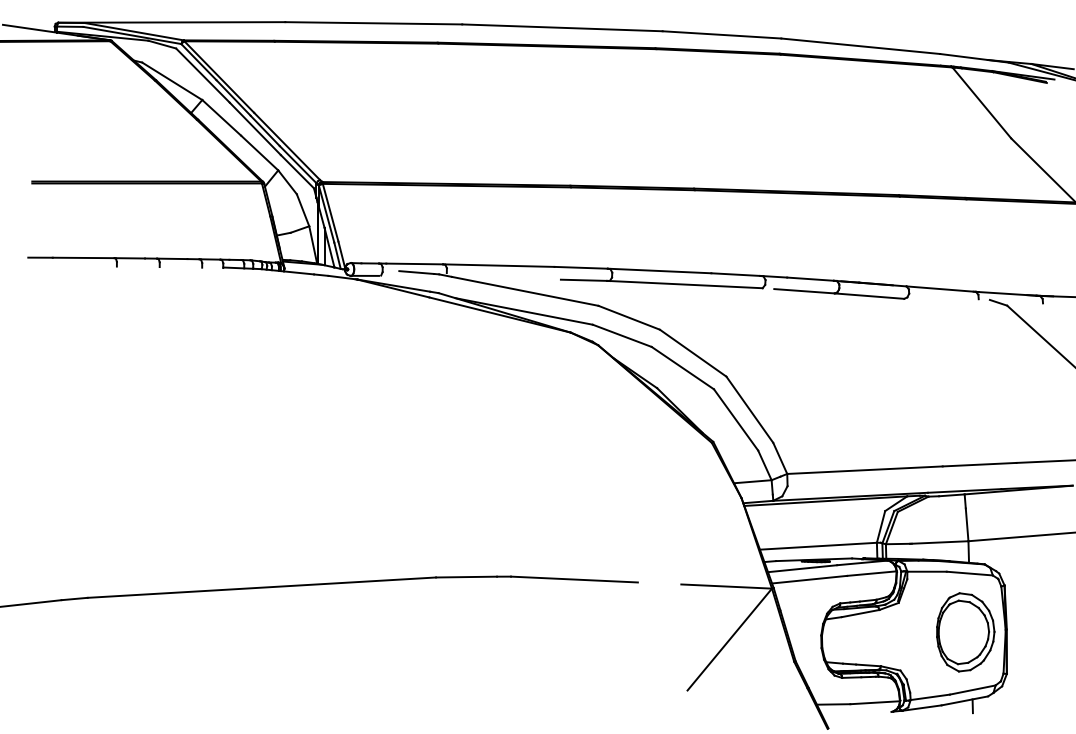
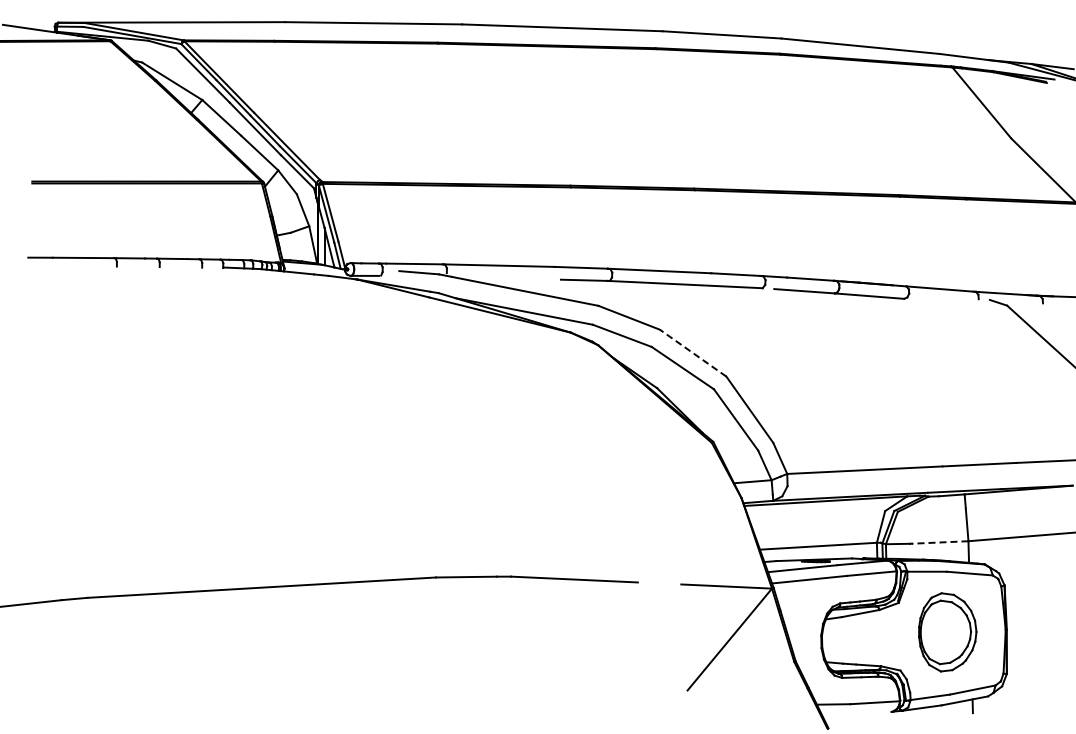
line at (693, 353): solid -> dashed
line at (939, 542): solid -> dashed
part at (965, 632) position: (965, 632) -> (947, 632)
